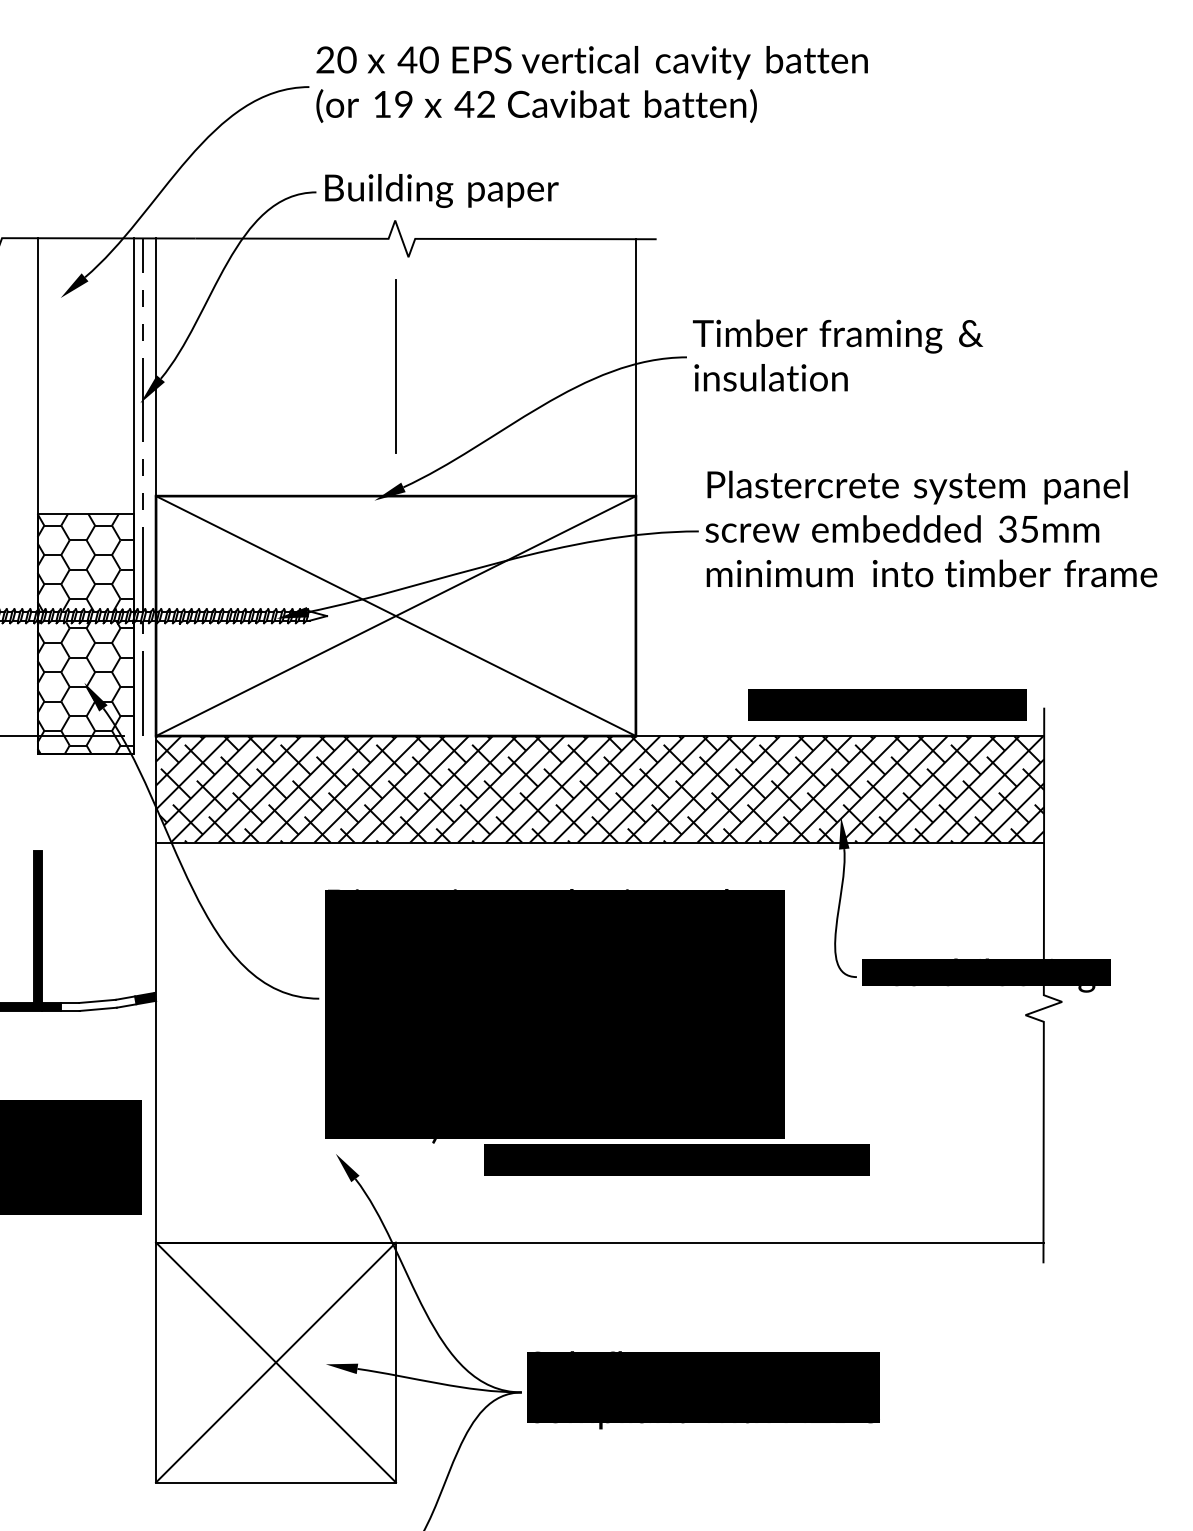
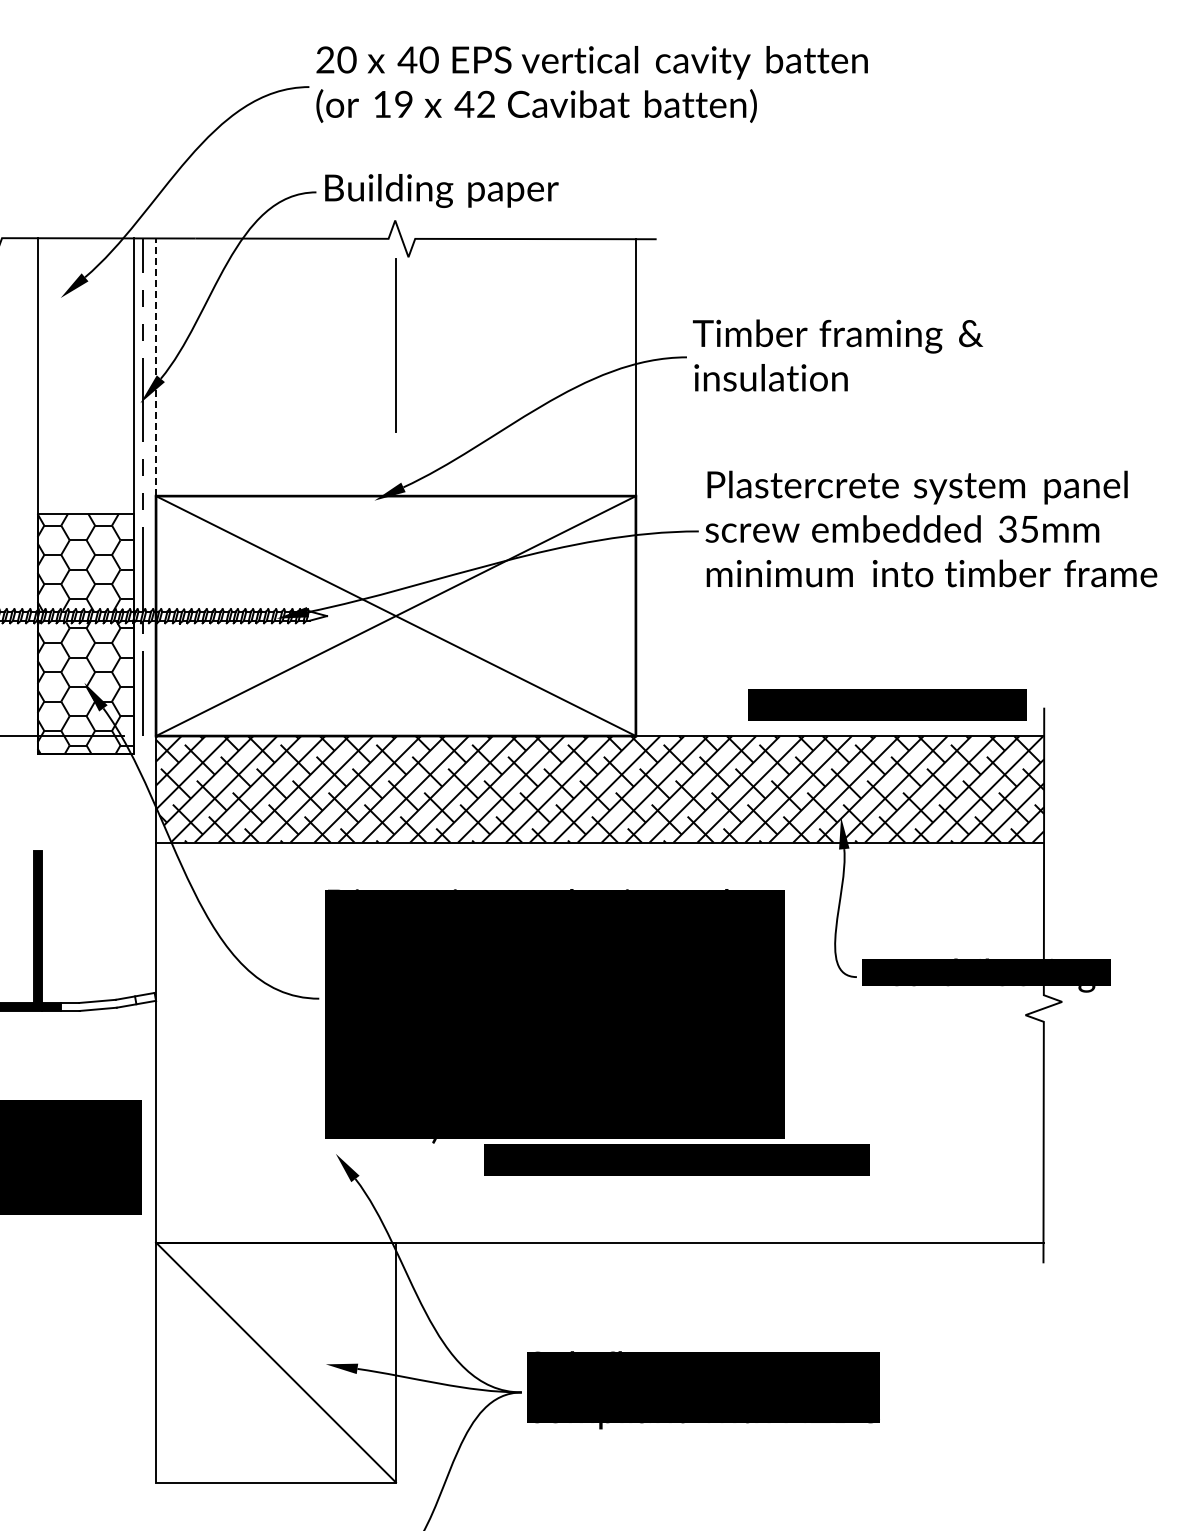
line at (395, 366) position: (395, 366) -> (395, 345)
line at (156, 367): solid -> dashed
fill at (145, 998): present -> none
line at (275, 1362): present -> none
